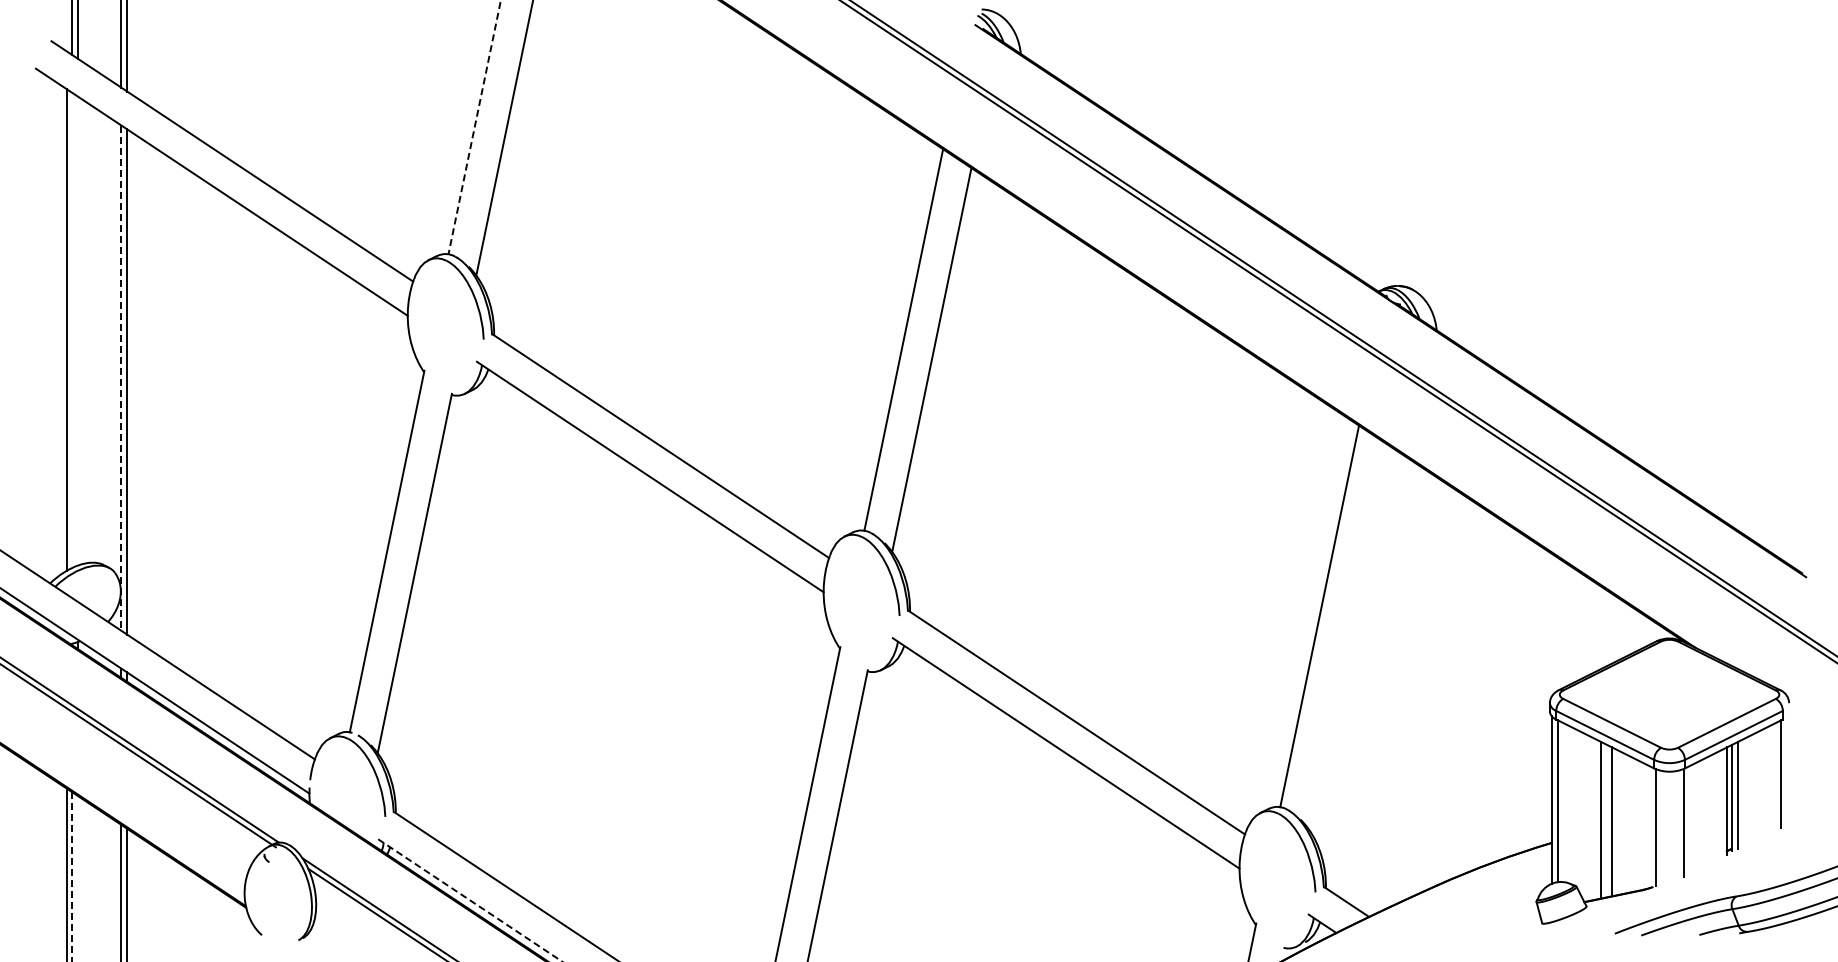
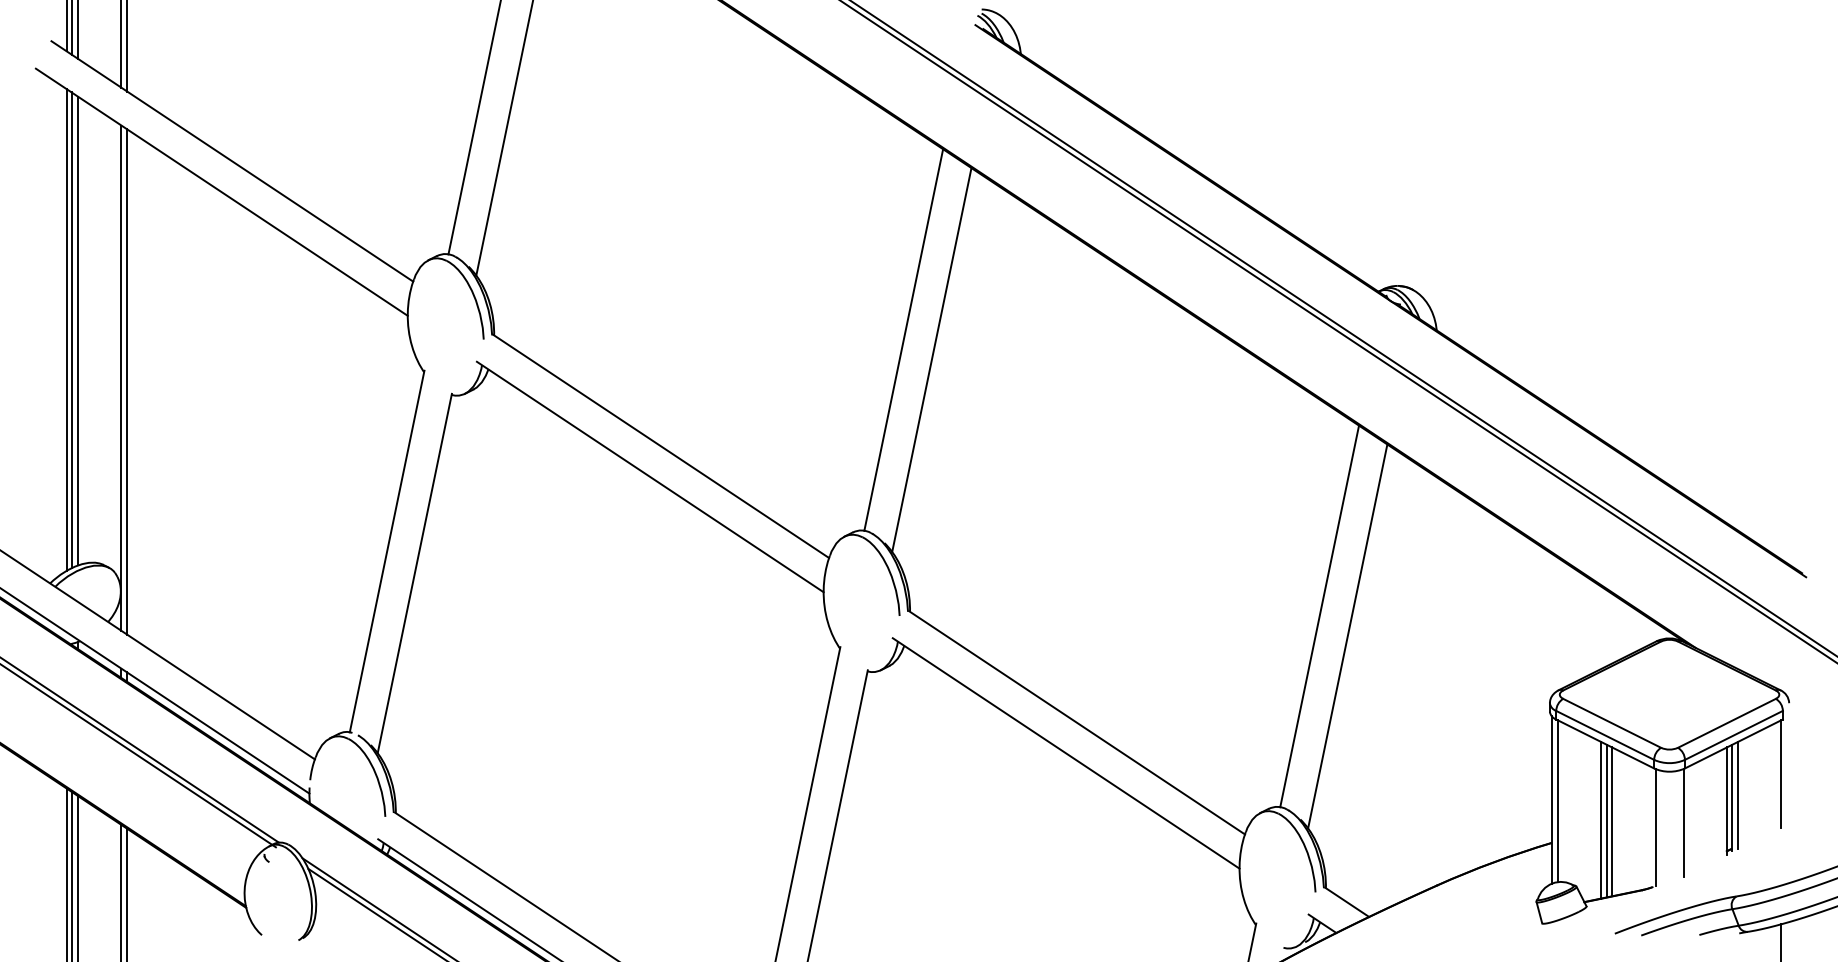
line at (66, 26): none -> present
line at (474, 127): dashed -> solid
line at (71, 330): none -> present
line at (78, 330): none -> present
line at (121, 378): dashed -> solid
line at (1347, 636): none -> present
line at (1607, 821): none -> present
line at (71, 876): dashed -> solid
line at (78, 877): none -> present
line at (470, 900): dashed -> solid
line at (1781, 941): none -> present
